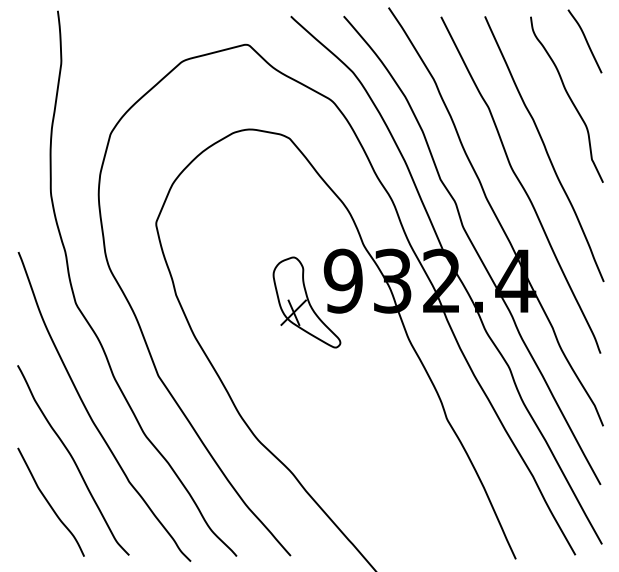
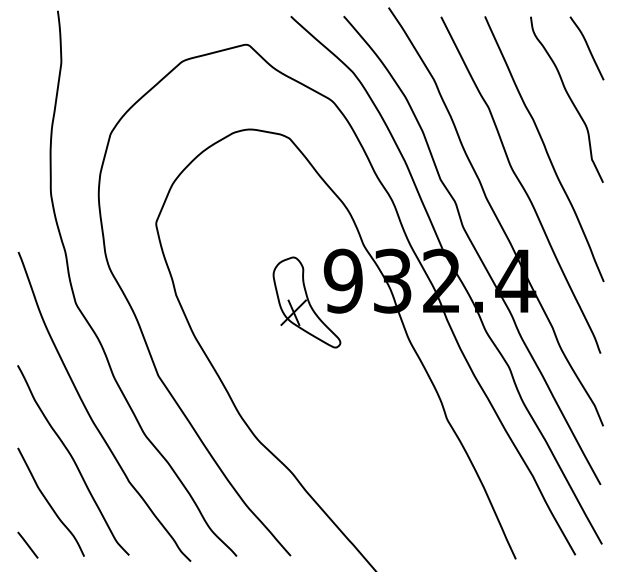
curve at (585, 41) position: (585, 41) -> (587, 48)
line at (27, 544): none -> present
